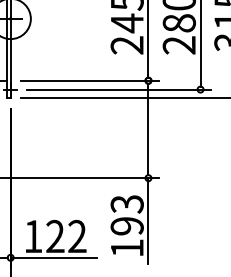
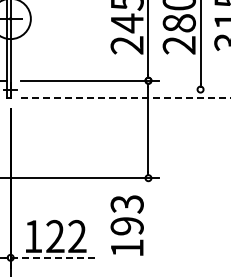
line at (118, 89): present -> none
line at (125, 98): solid -> dashed
line at (148, 221): present -> none
line at (54, 257): solid -> dashed
